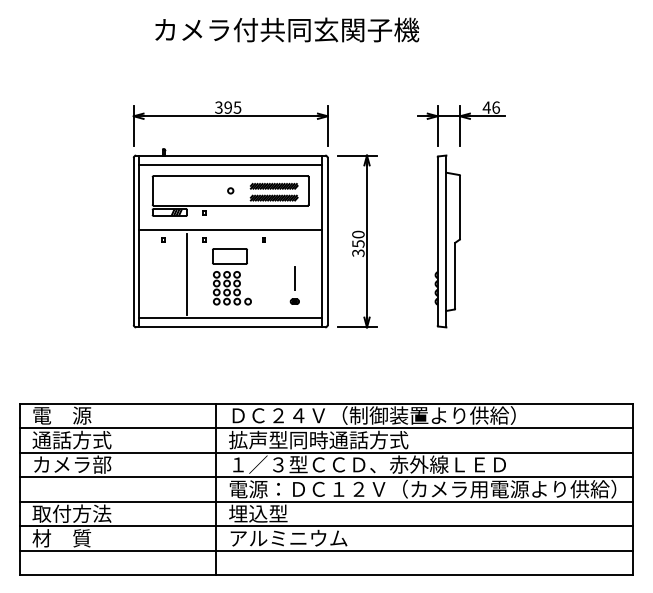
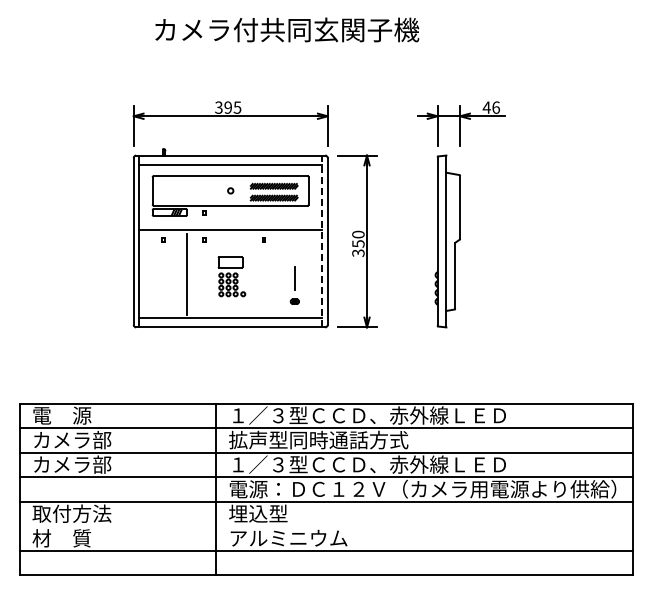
line at (322, 241): solid -> dashed
part at (231, 276) size: 40x58 px -> 30x42 px
text at (373, 415): ＤＣ２４Ｖ（制御装置より供給） -> １／３型ＣＣＤ、赤外線ＬＥＤ
text at (71, 439): 通話方式 -> カメラ部
line at (326, 526): present -> none
